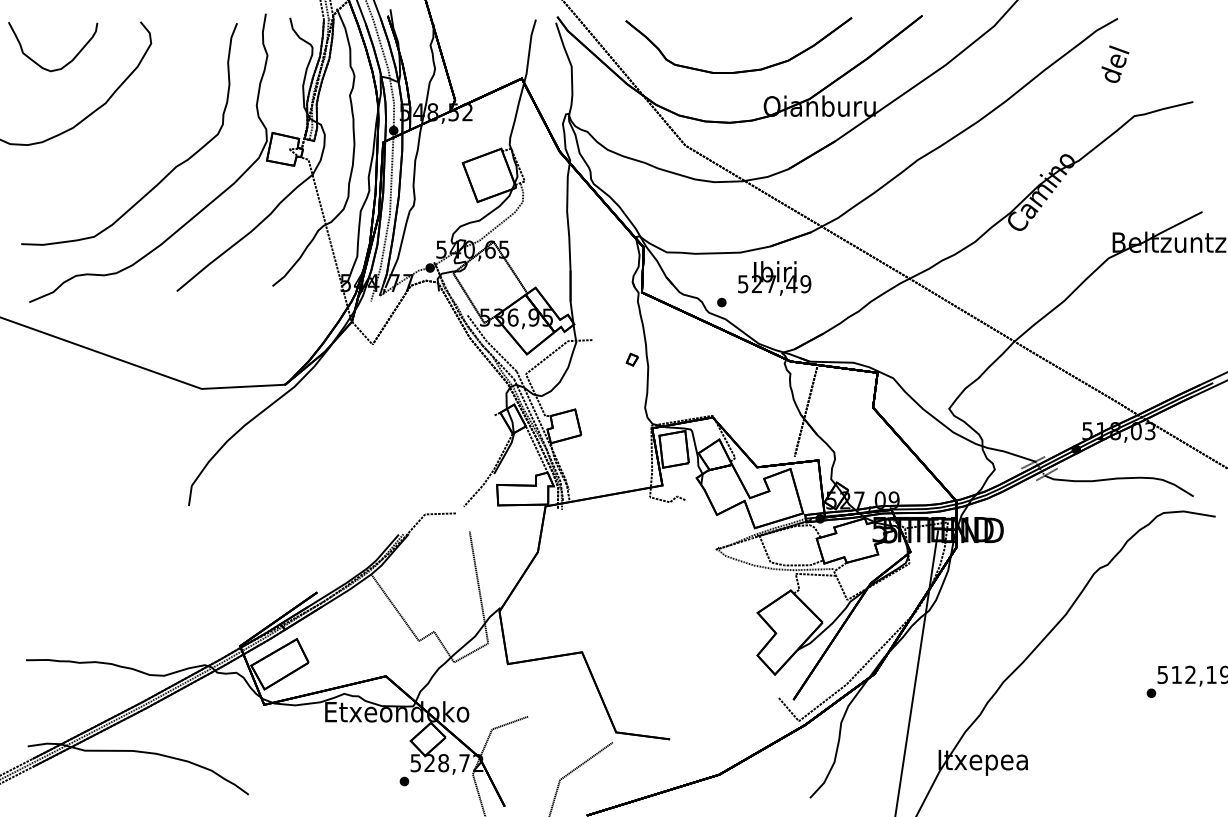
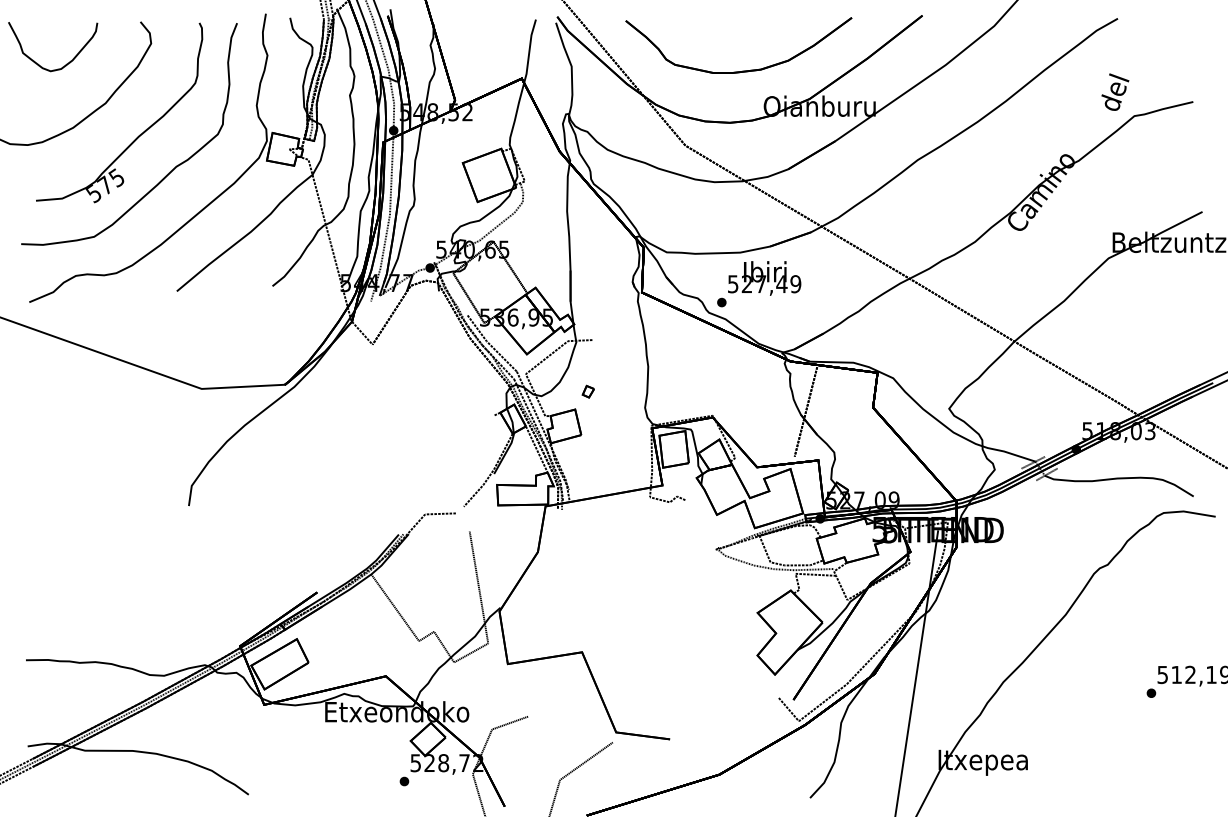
text at (1115, 63) position: (1115, 63) -> (1115, 91)
part at (139, 134): none -> present
text at (774, 278) position: (774, 278) -> (764, 278)
part at (631, 359) position: (631, 359) -> (587, 391)
